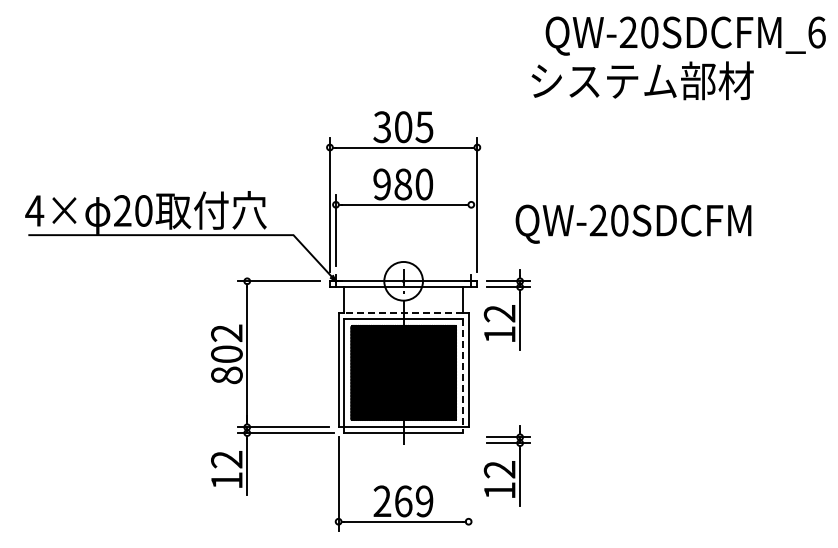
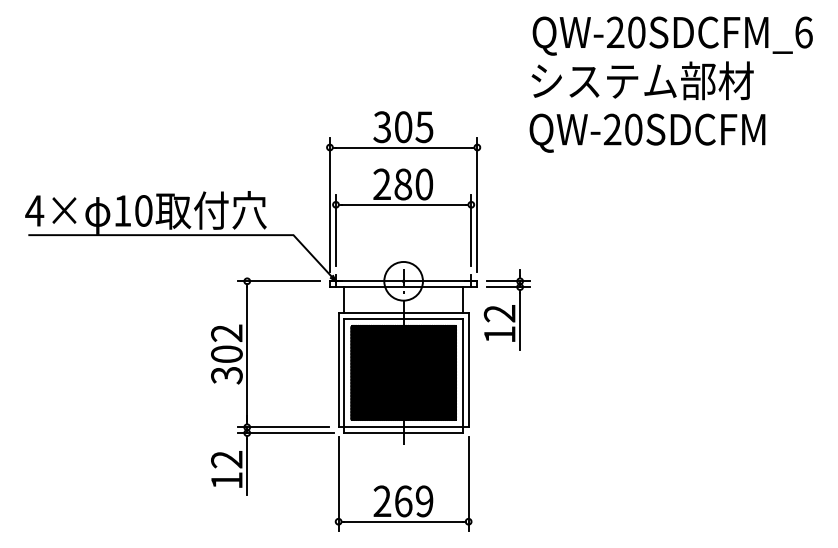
text at (685, 35) position: (685, 35) -> (672, 35)
text at (381, 184): 980 -> 280
text at (122, 210): 20 -> 10
text at (633, 223) position: (633, 223) -> (647, 132)
line at (471, 230): none -> present
line at (403, 312): dashed -> solid
text at (226, 375): 802 -> 302
line at (463, 376): dashed -> solid
part at (506, 465): present -> none
line at (468, 483): none -> present
